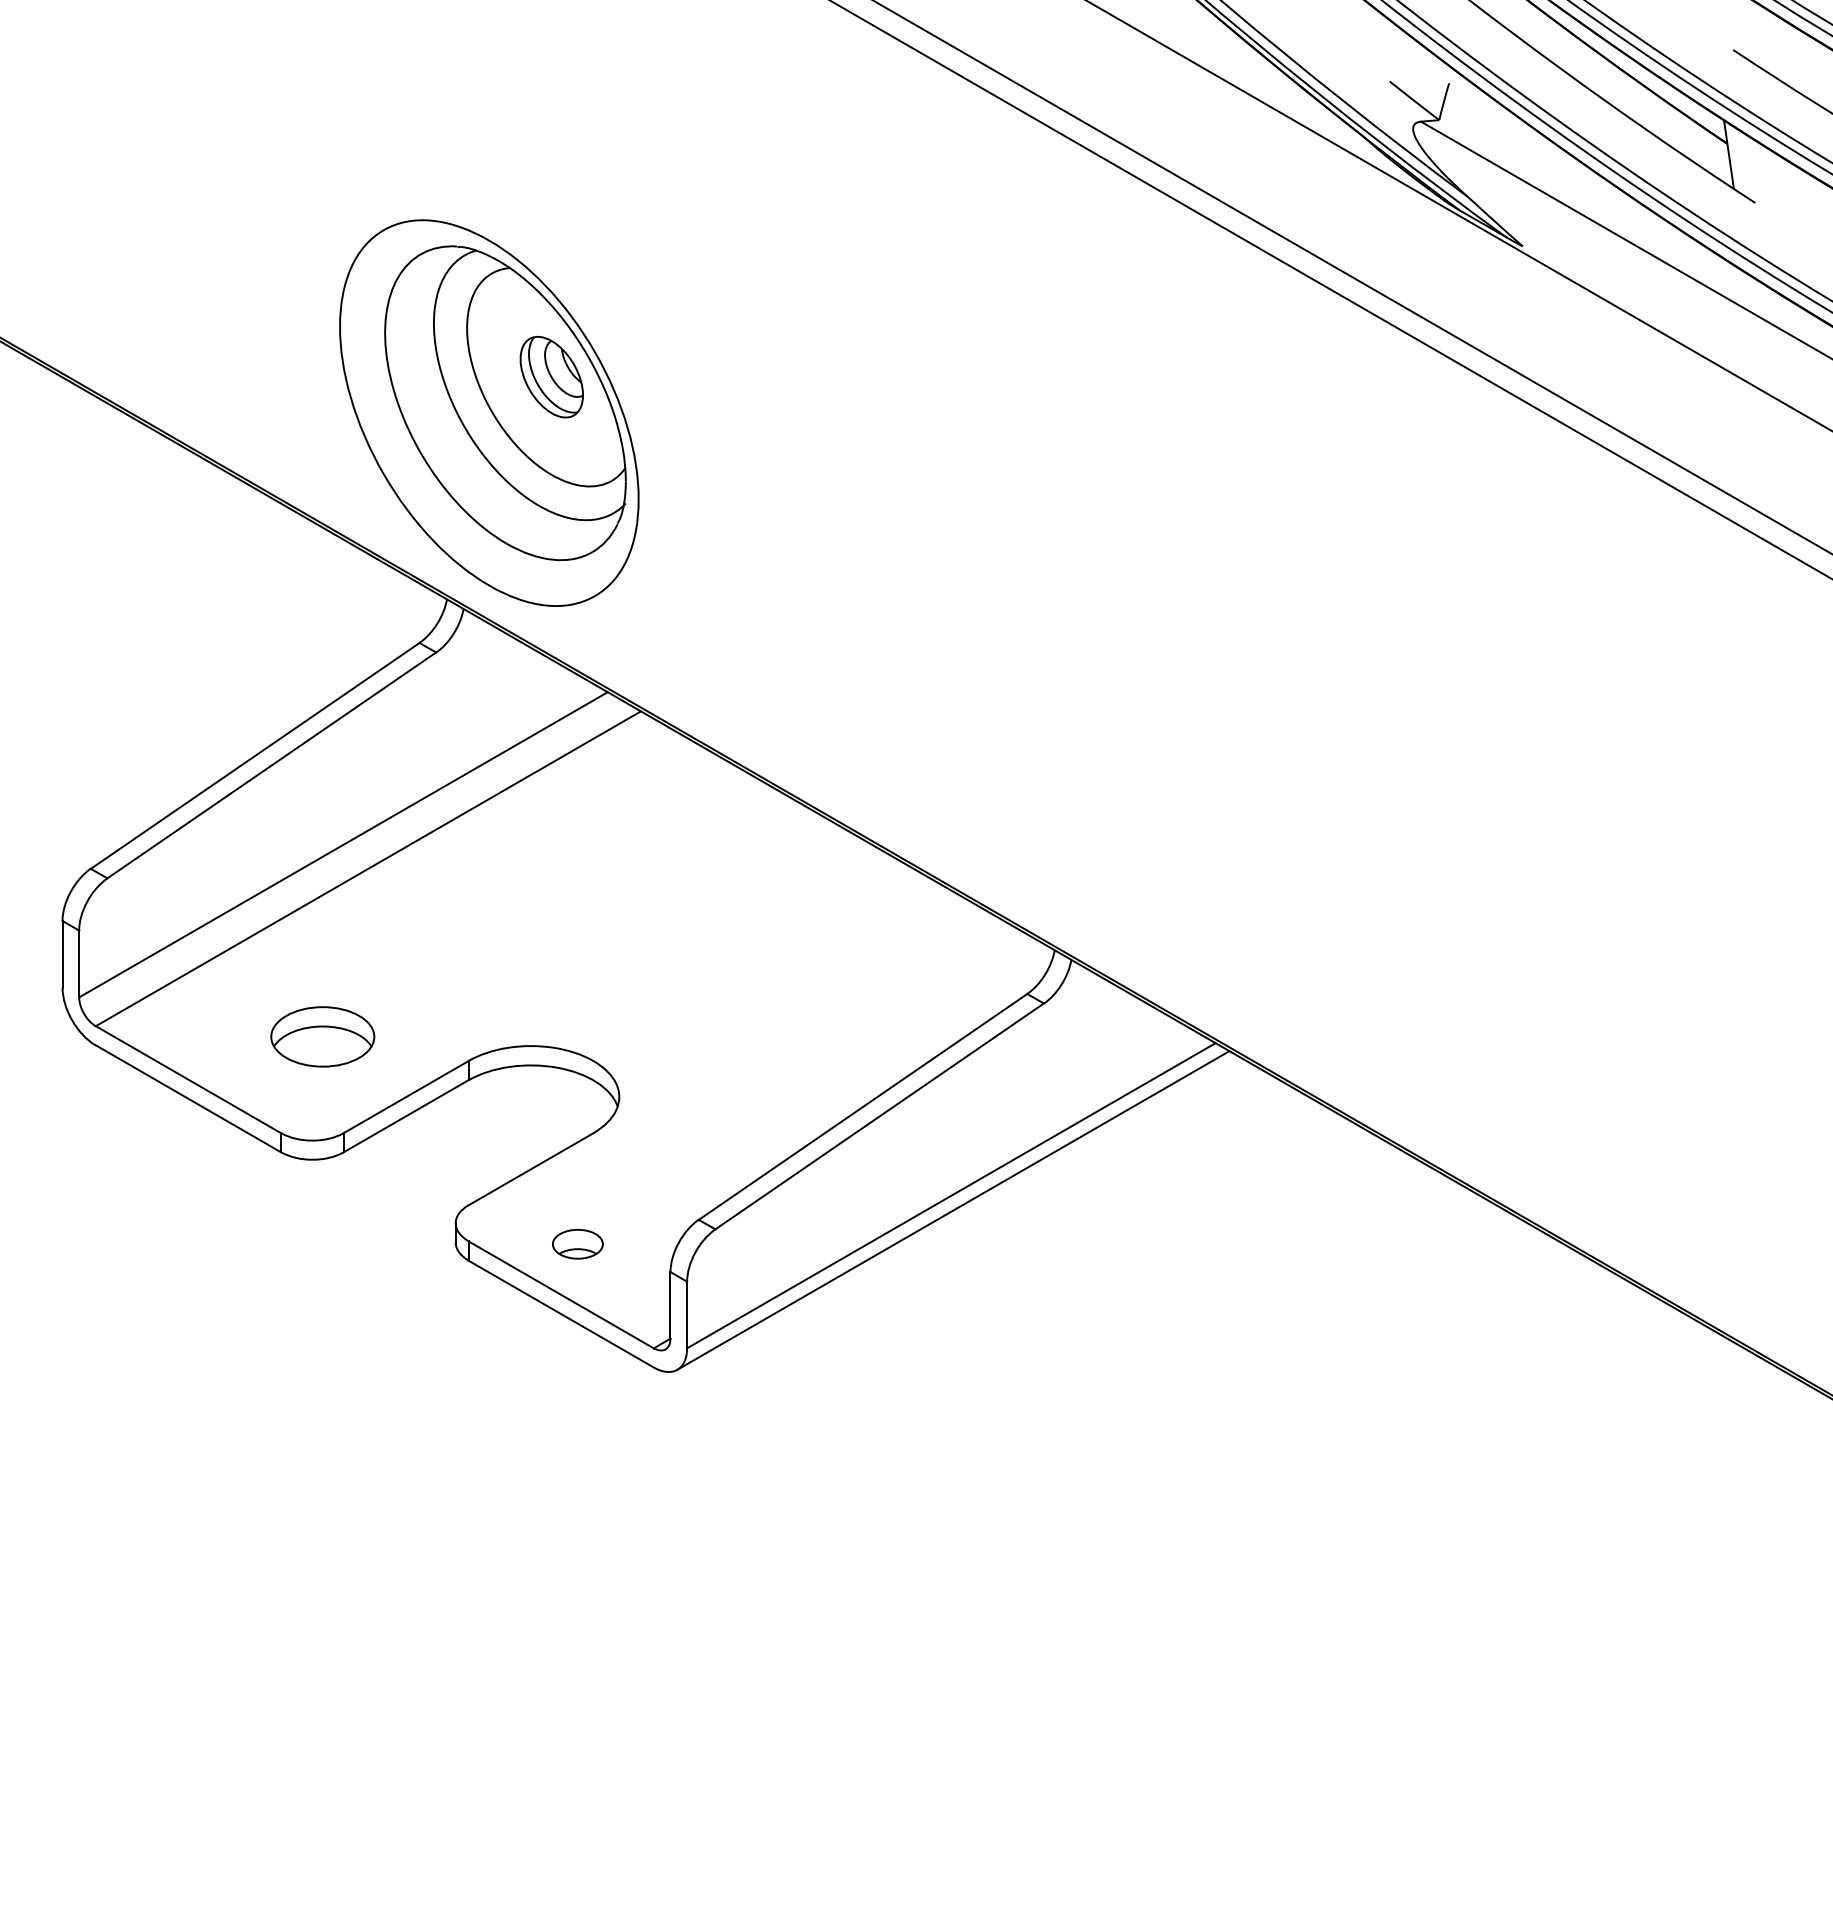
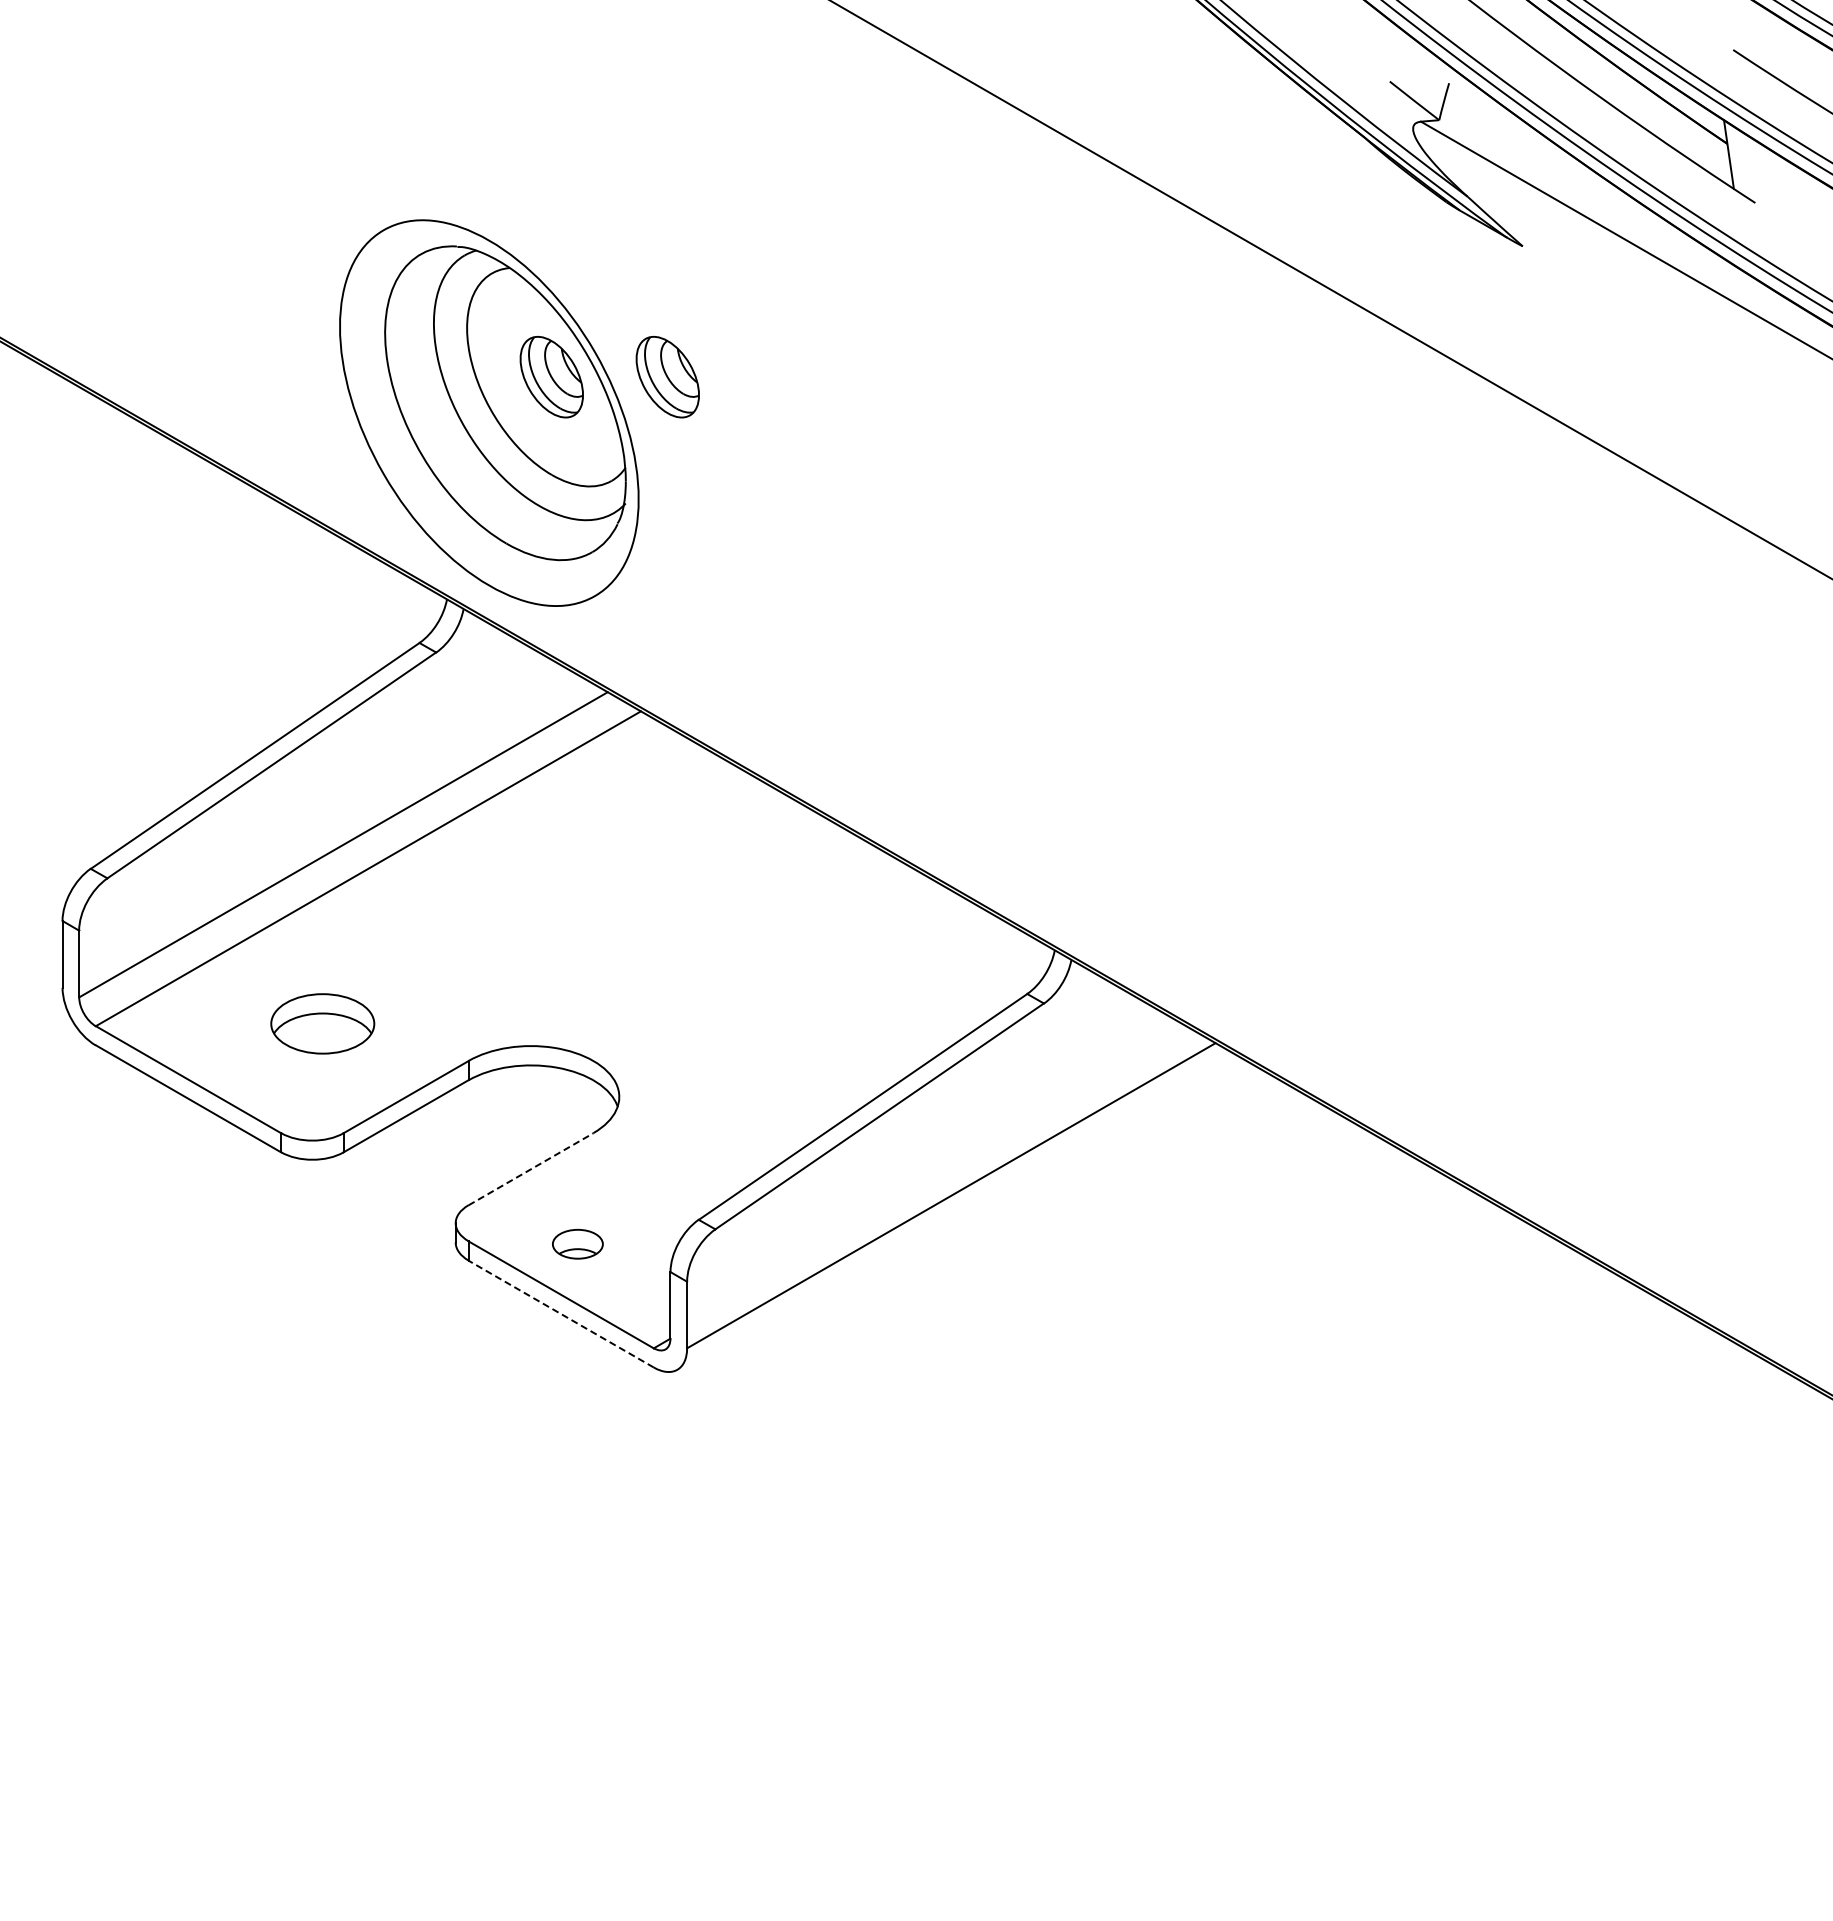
line at (1459, 215): present -> none
line at (1352, 277): present -> none
part at (667, 377): none -> present
part at (322, 1036) position: (322, 1036) -> (322, 1023)
line at (531, 1169): solid -> dashed
line at (953, 1210): present -> none
line at (561, 1314): solid -> dashed
